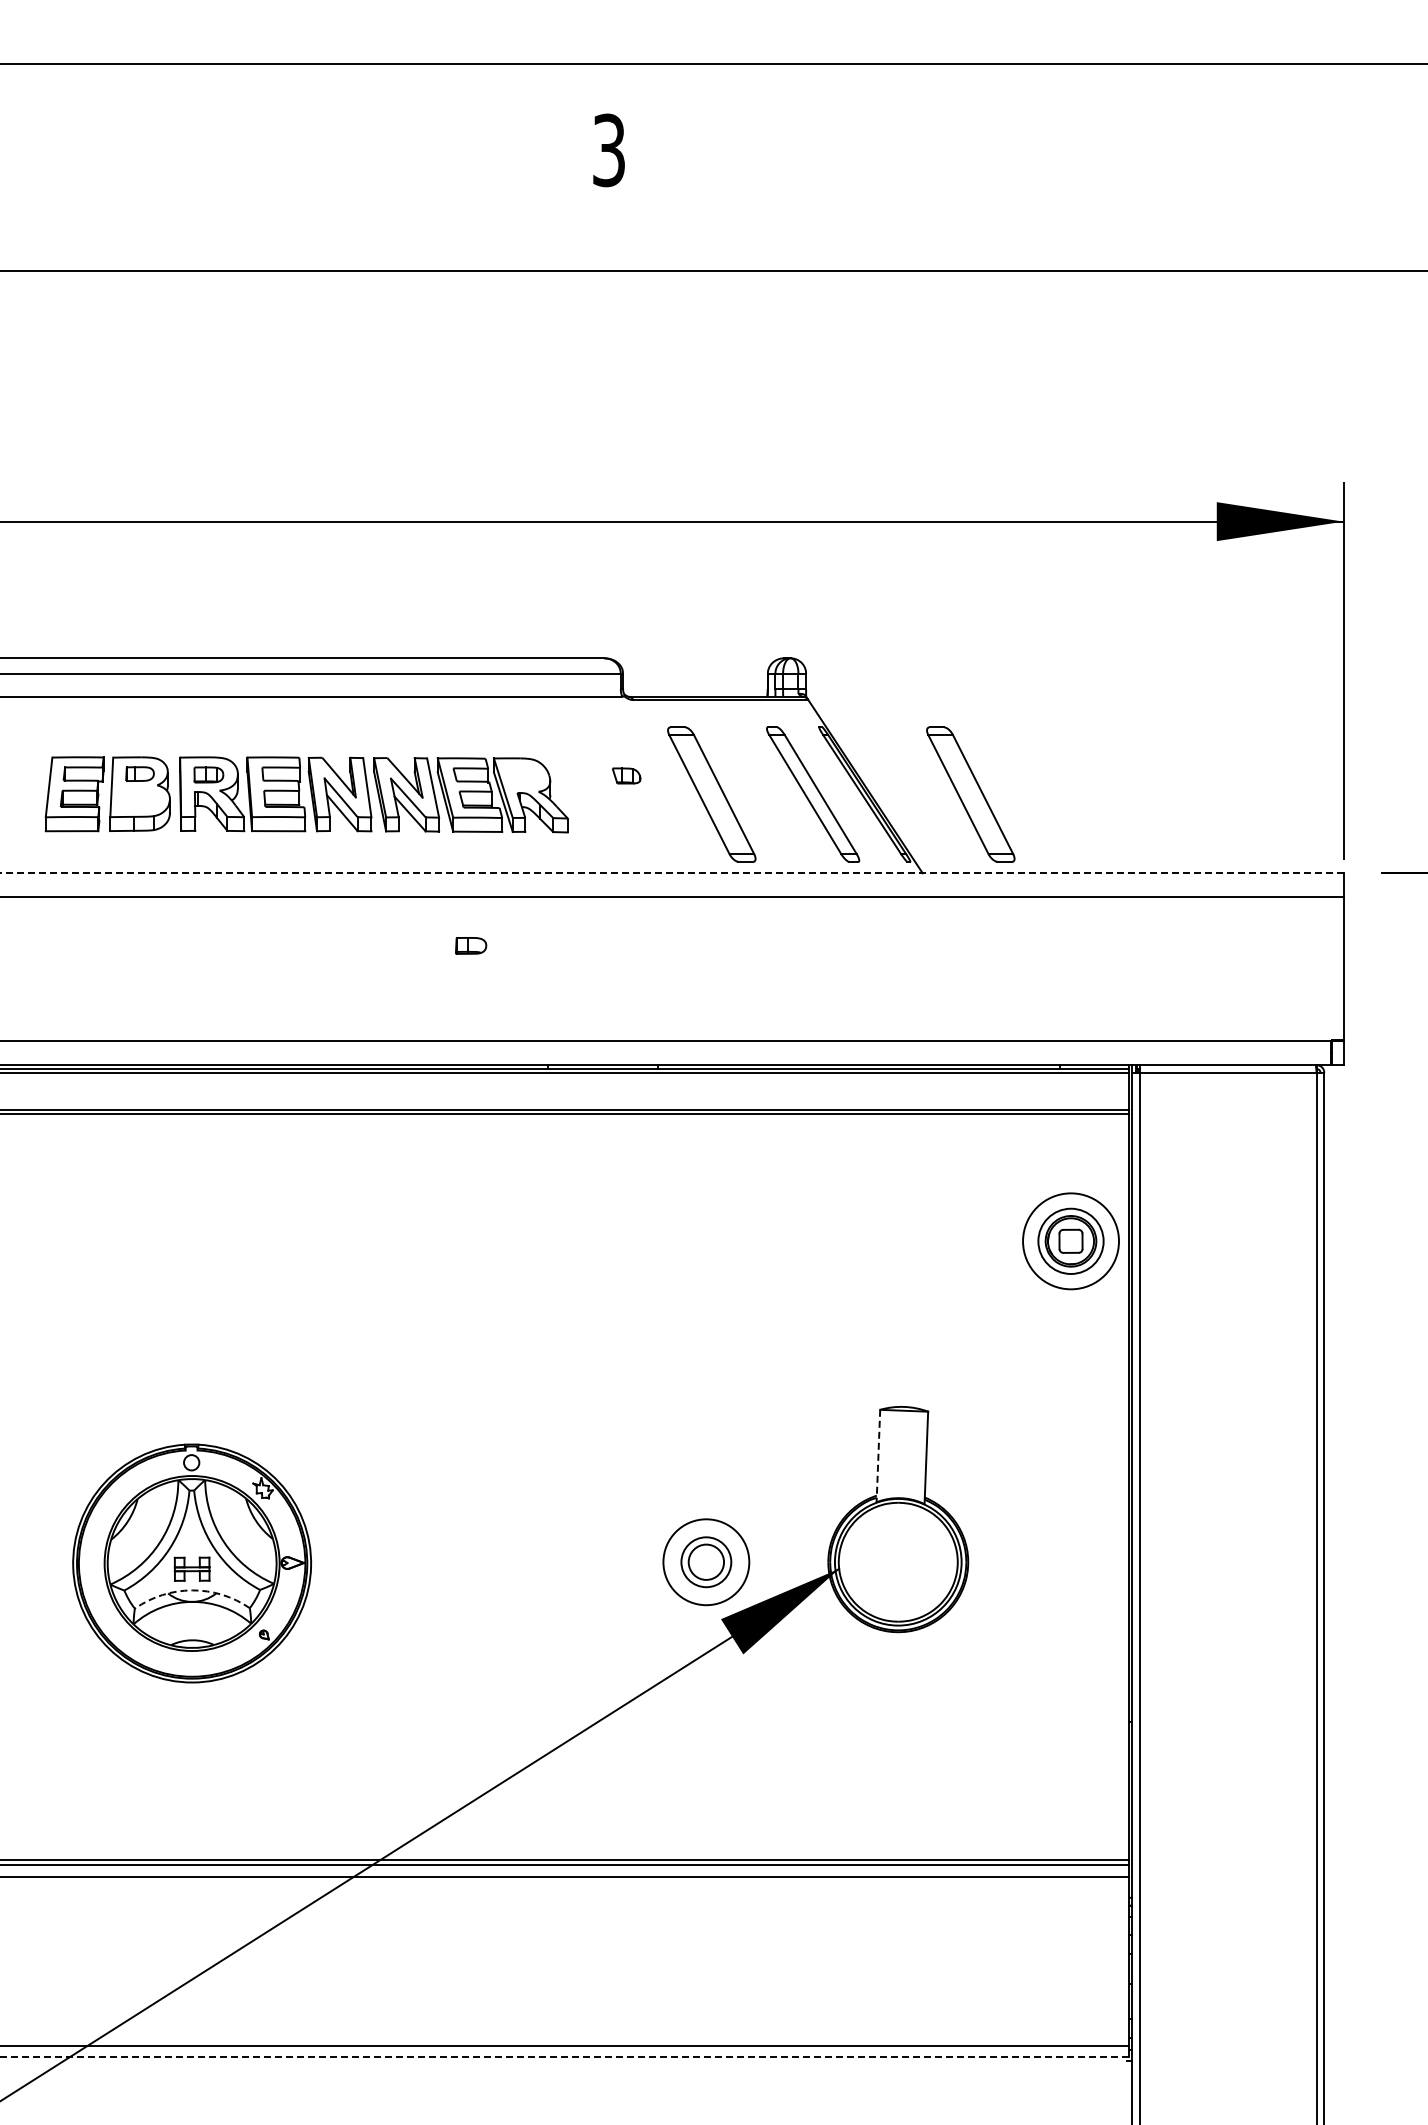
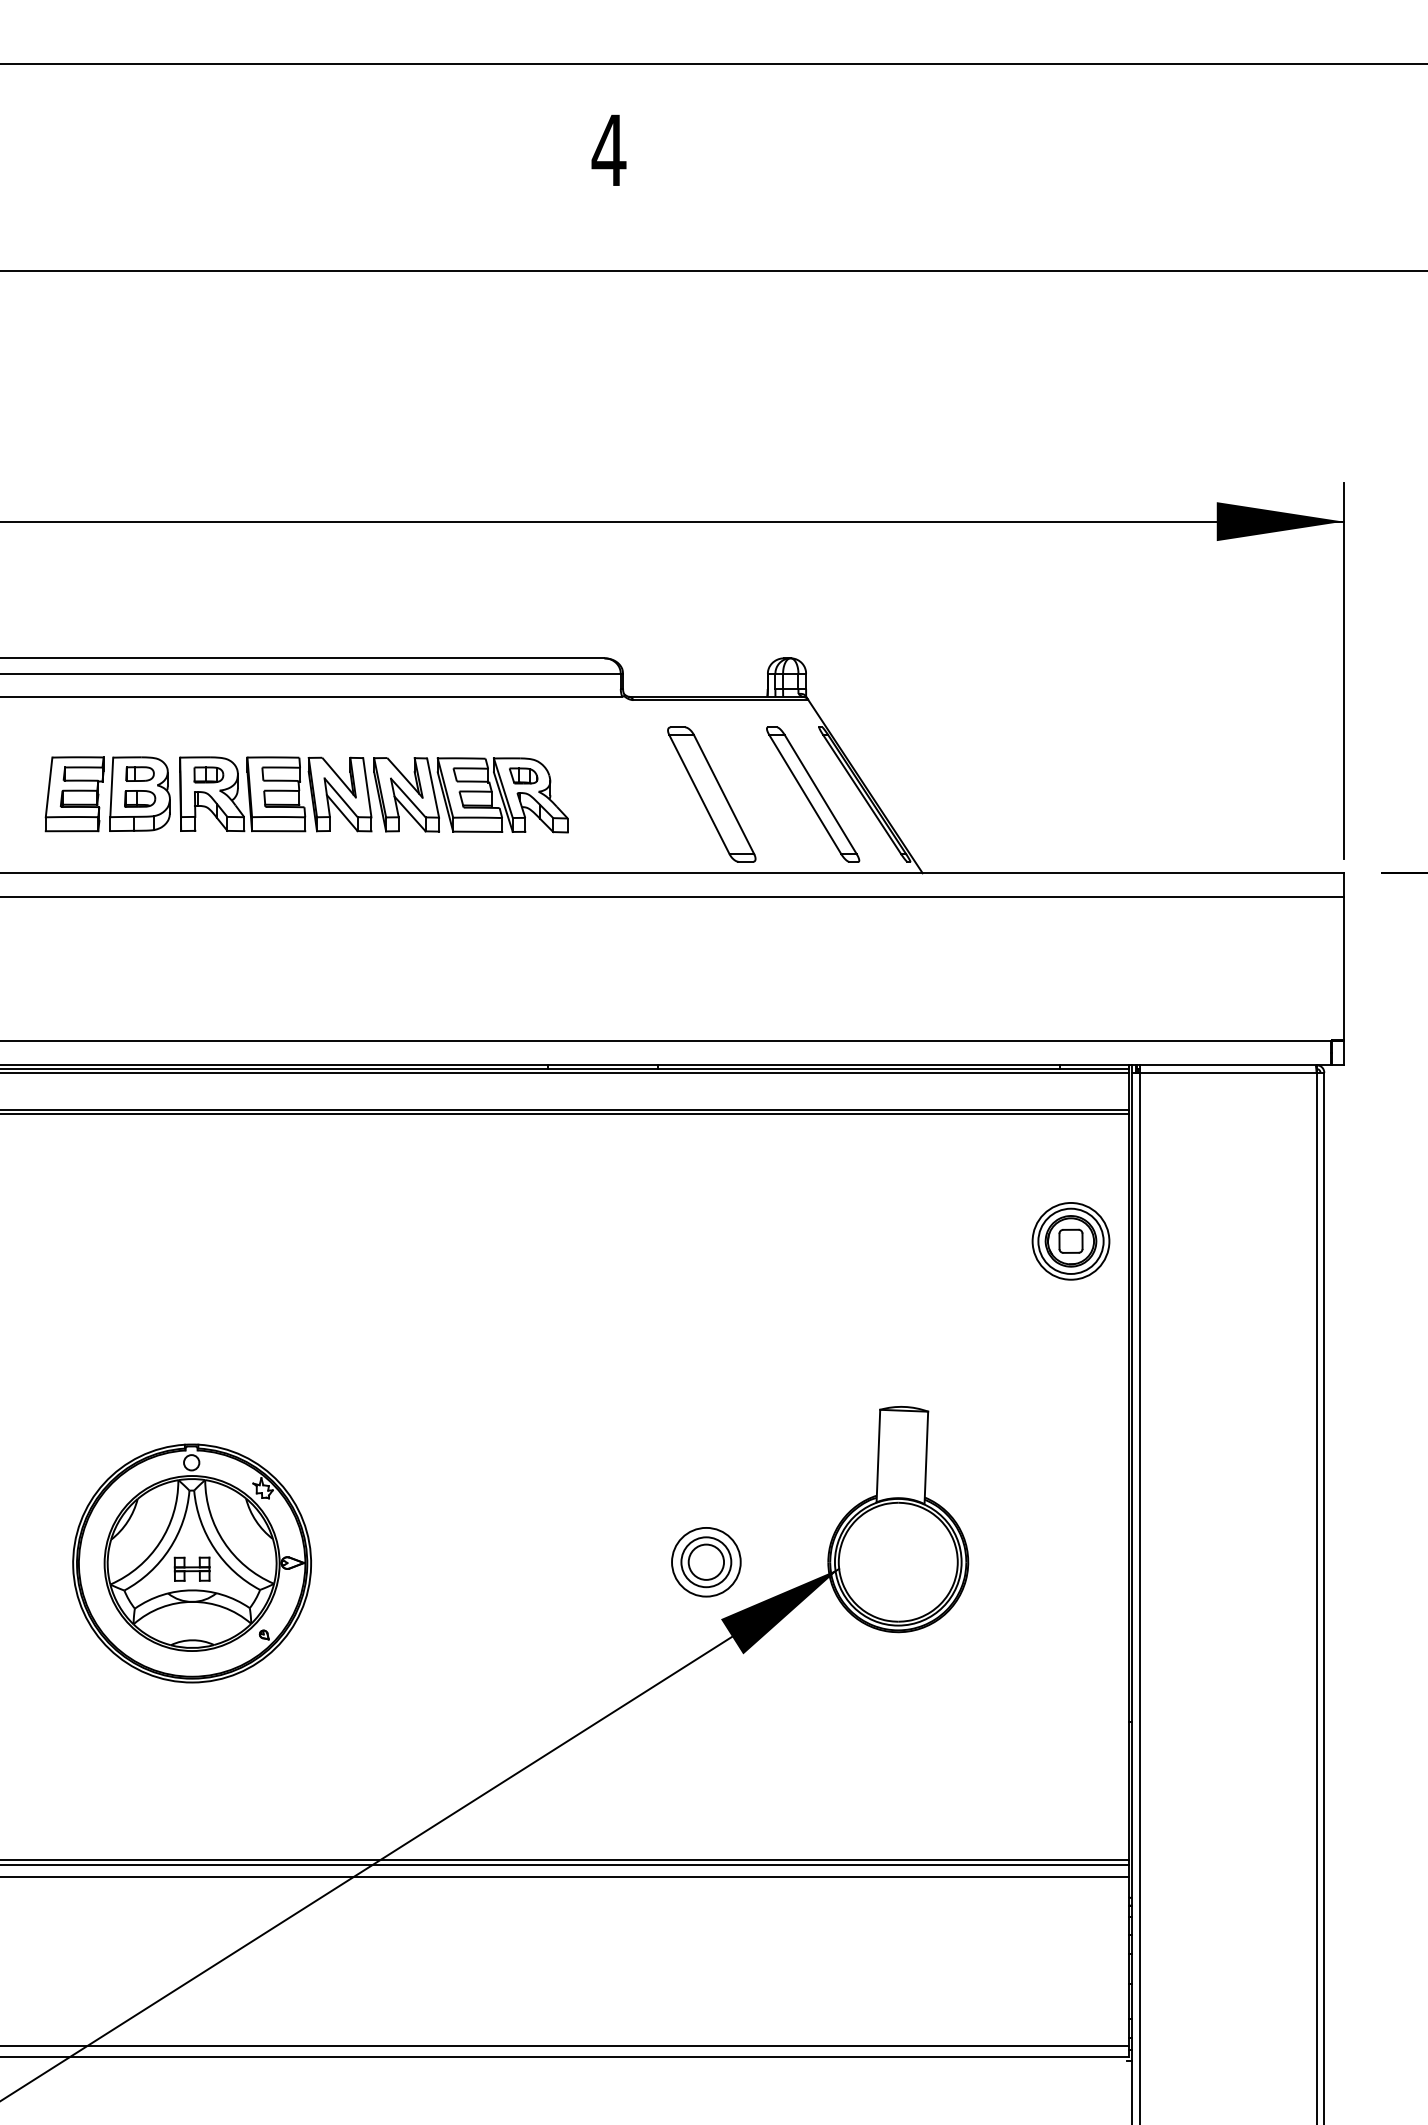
text at (608, 150): 3 -> 4
part at (626, 775) position: (626, 775) -> (523, 775)
part at (970, 794): present -> none
line at (672, 873): dashed -> solid
part at (471, 945) position: (471, 945) -> (140, 798)
circle at (1070, 1241) diameter: 96 px -> 77 px
line at (878, 1456): dashed -> solid
circle at (706, 1562) diameter: 86 px -> 69 px
arc at (192, 1590): dashed -> solid
line at (564, 2057): dashed -> solid
